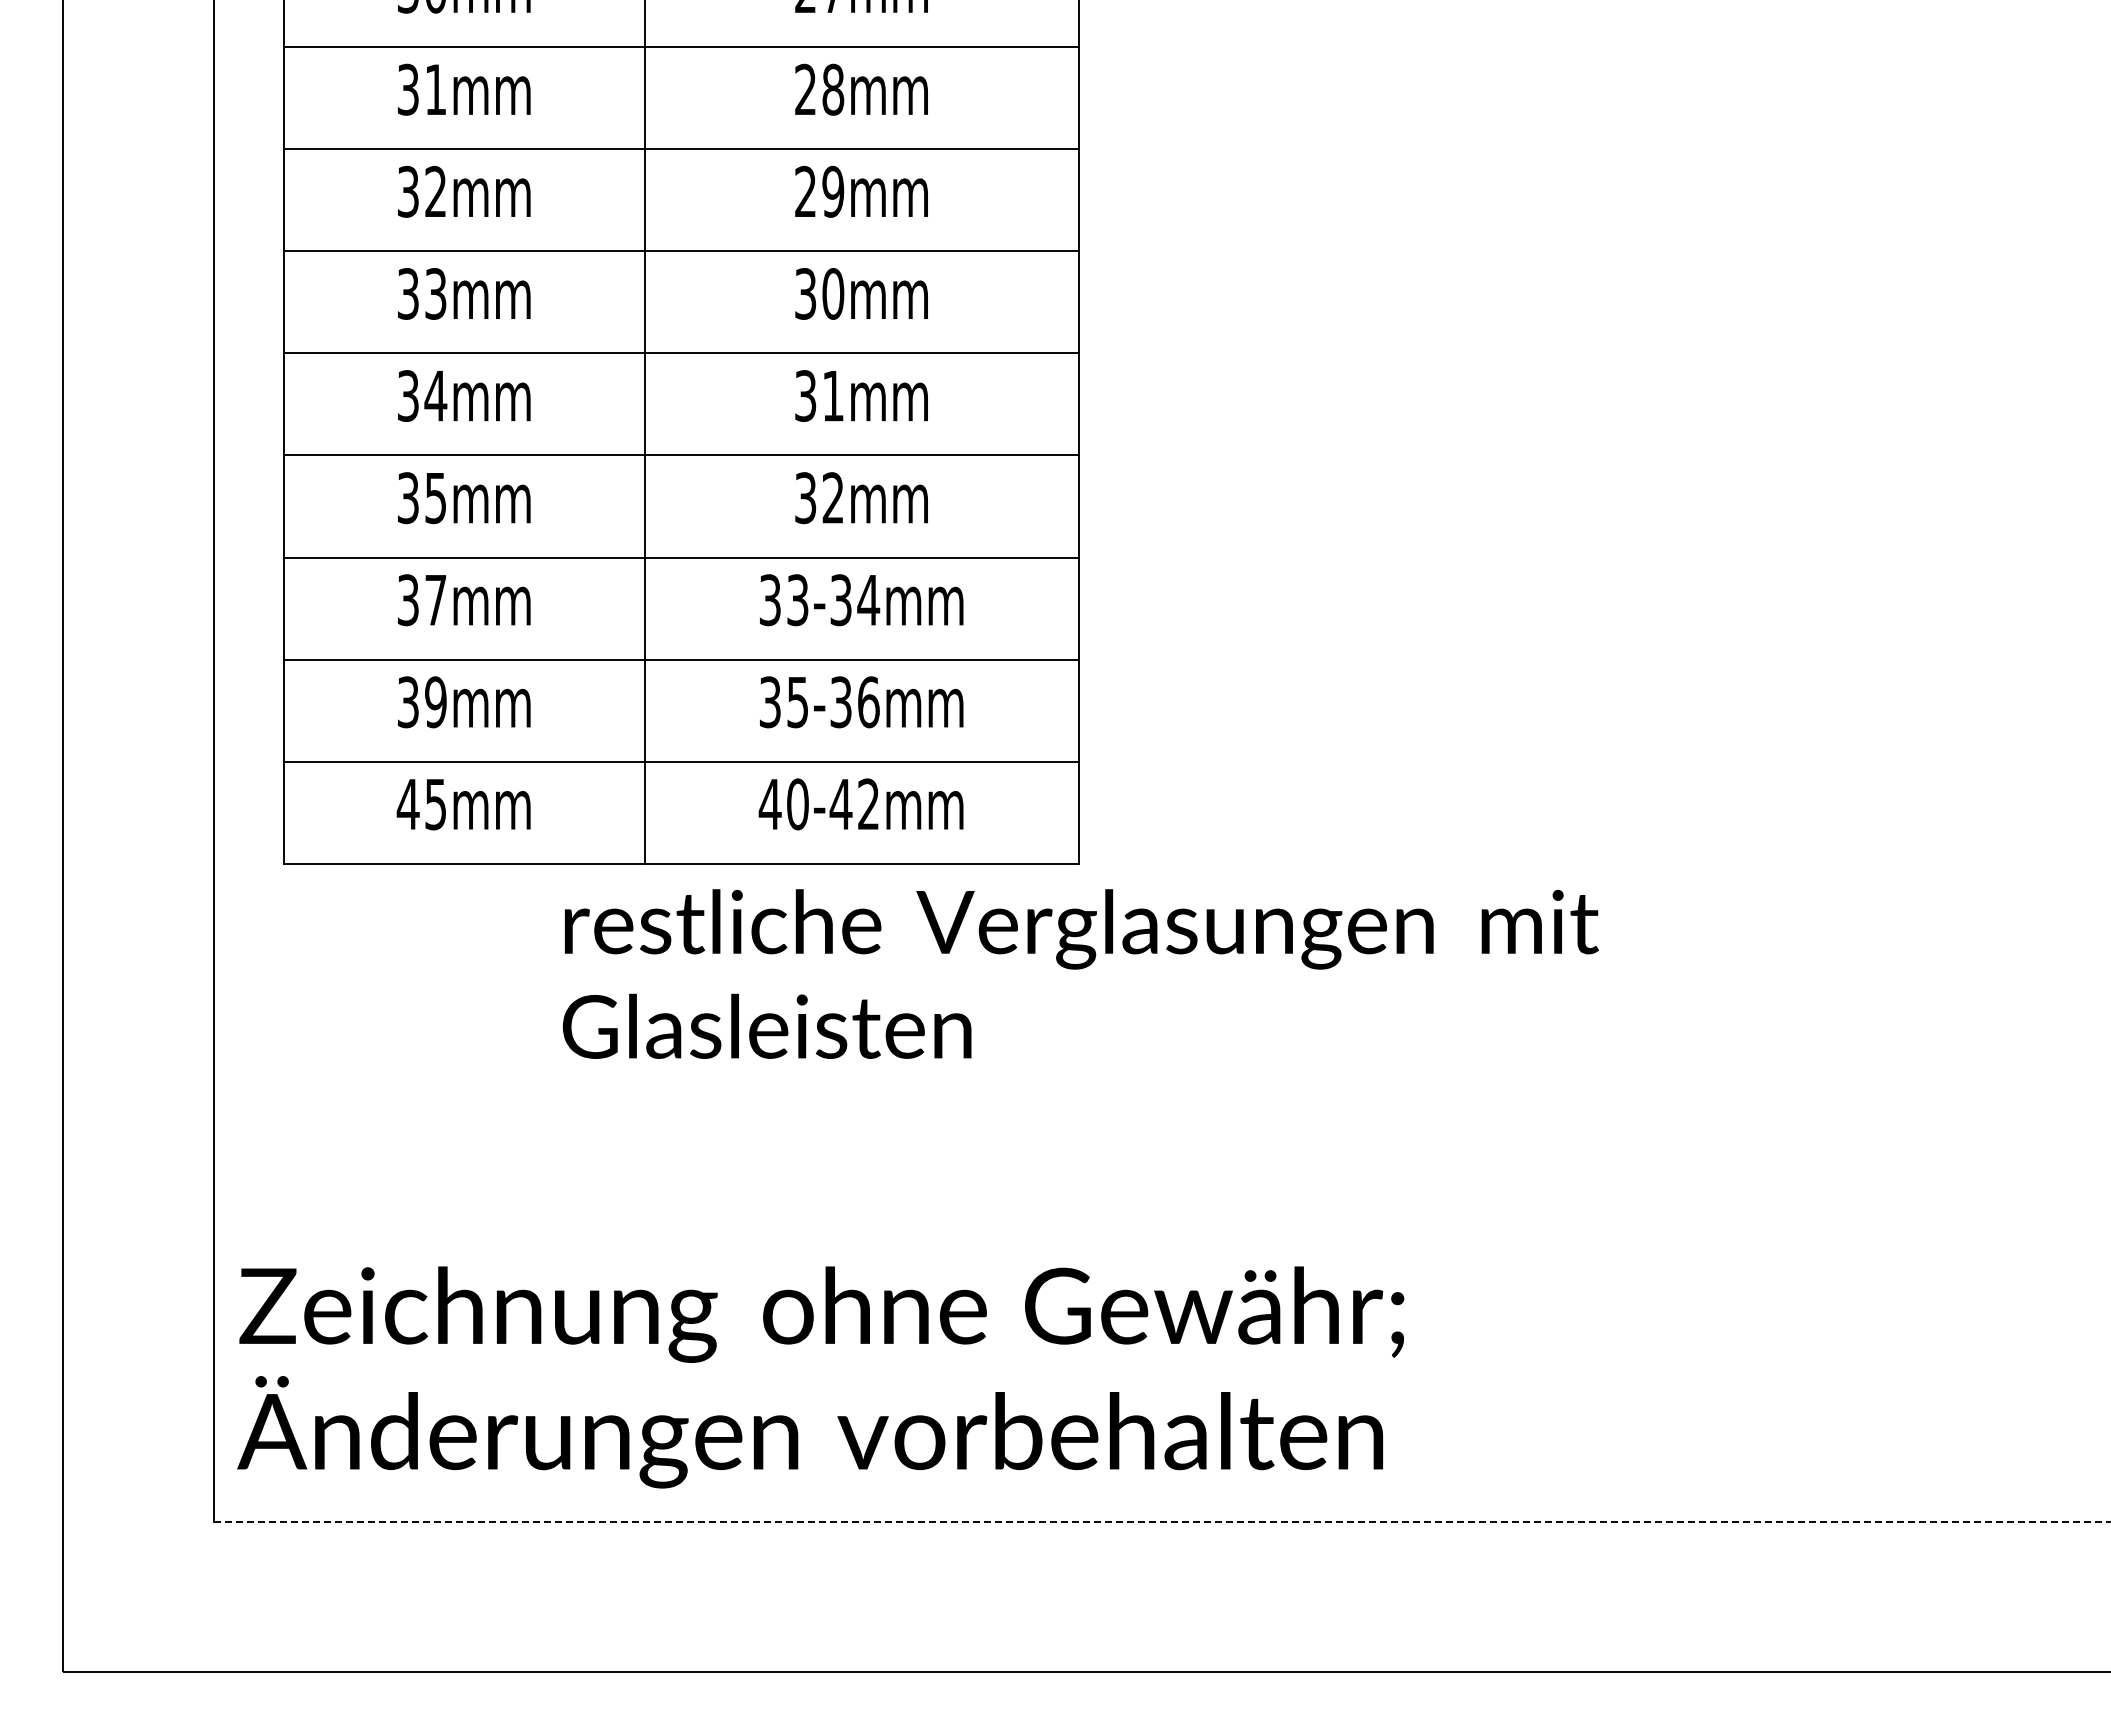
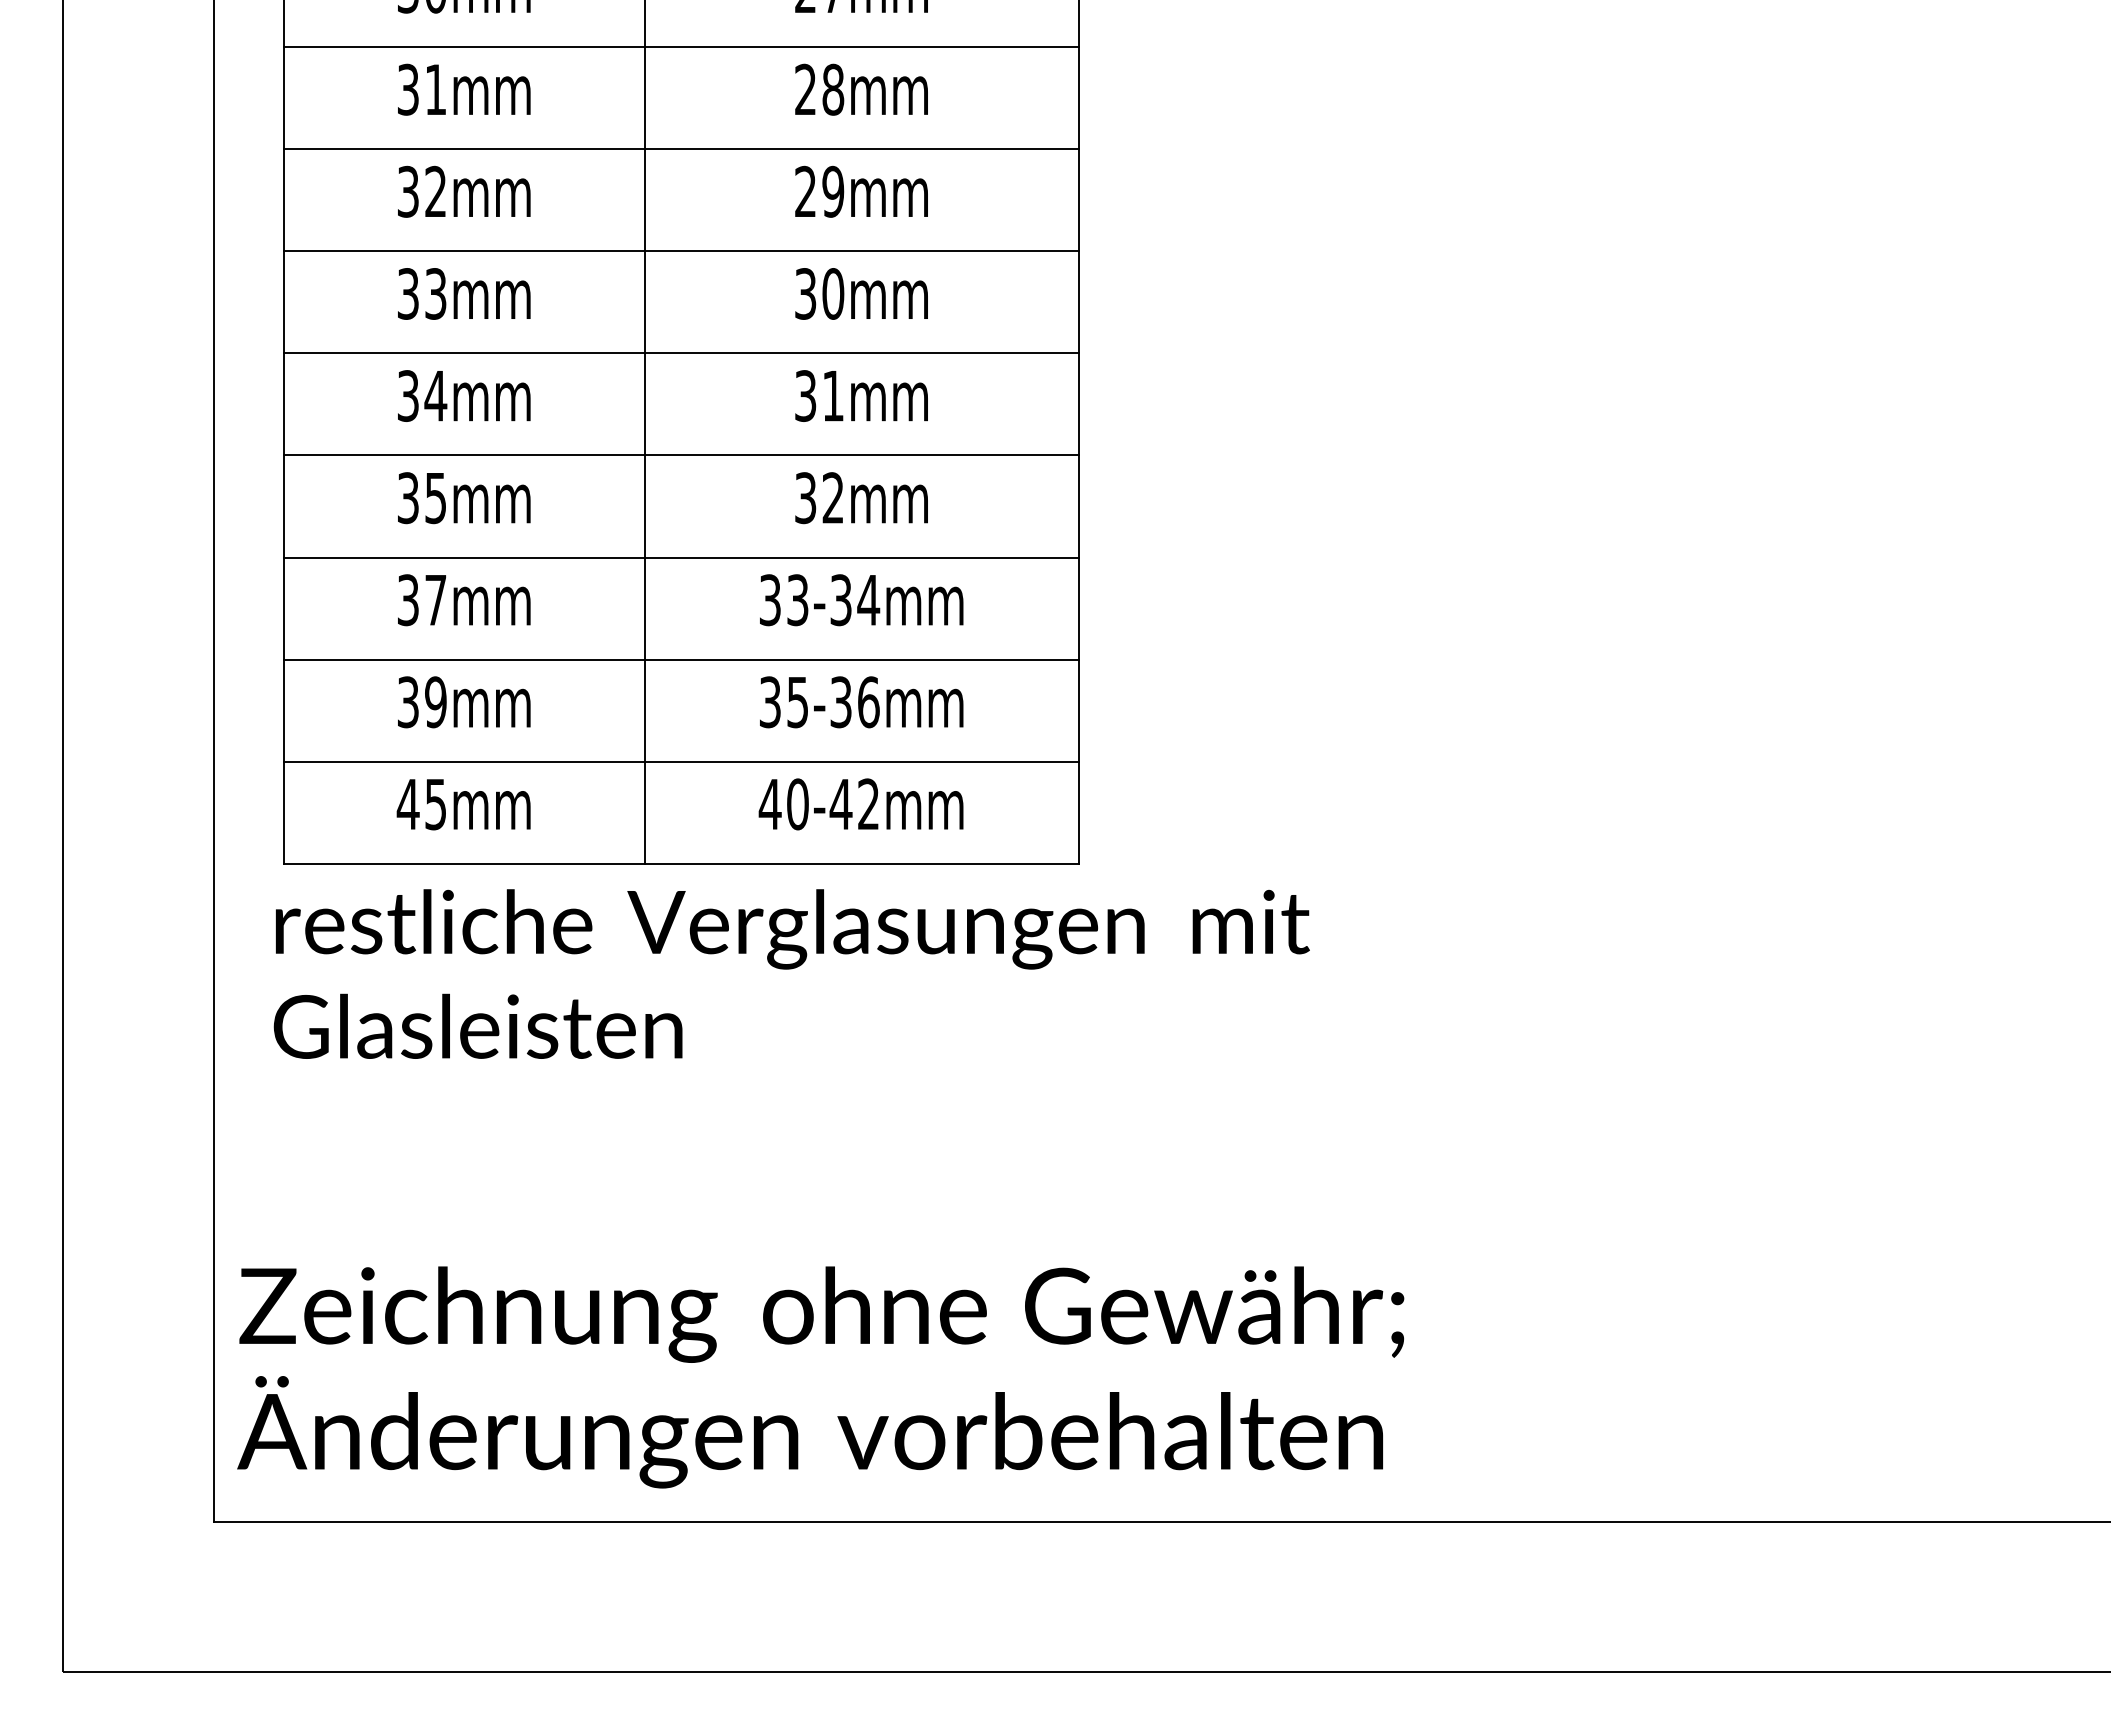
text at (1080, 973) position: (1080, 973) -> (791, 973)
line at (1162, 1521): dashed -> solid
